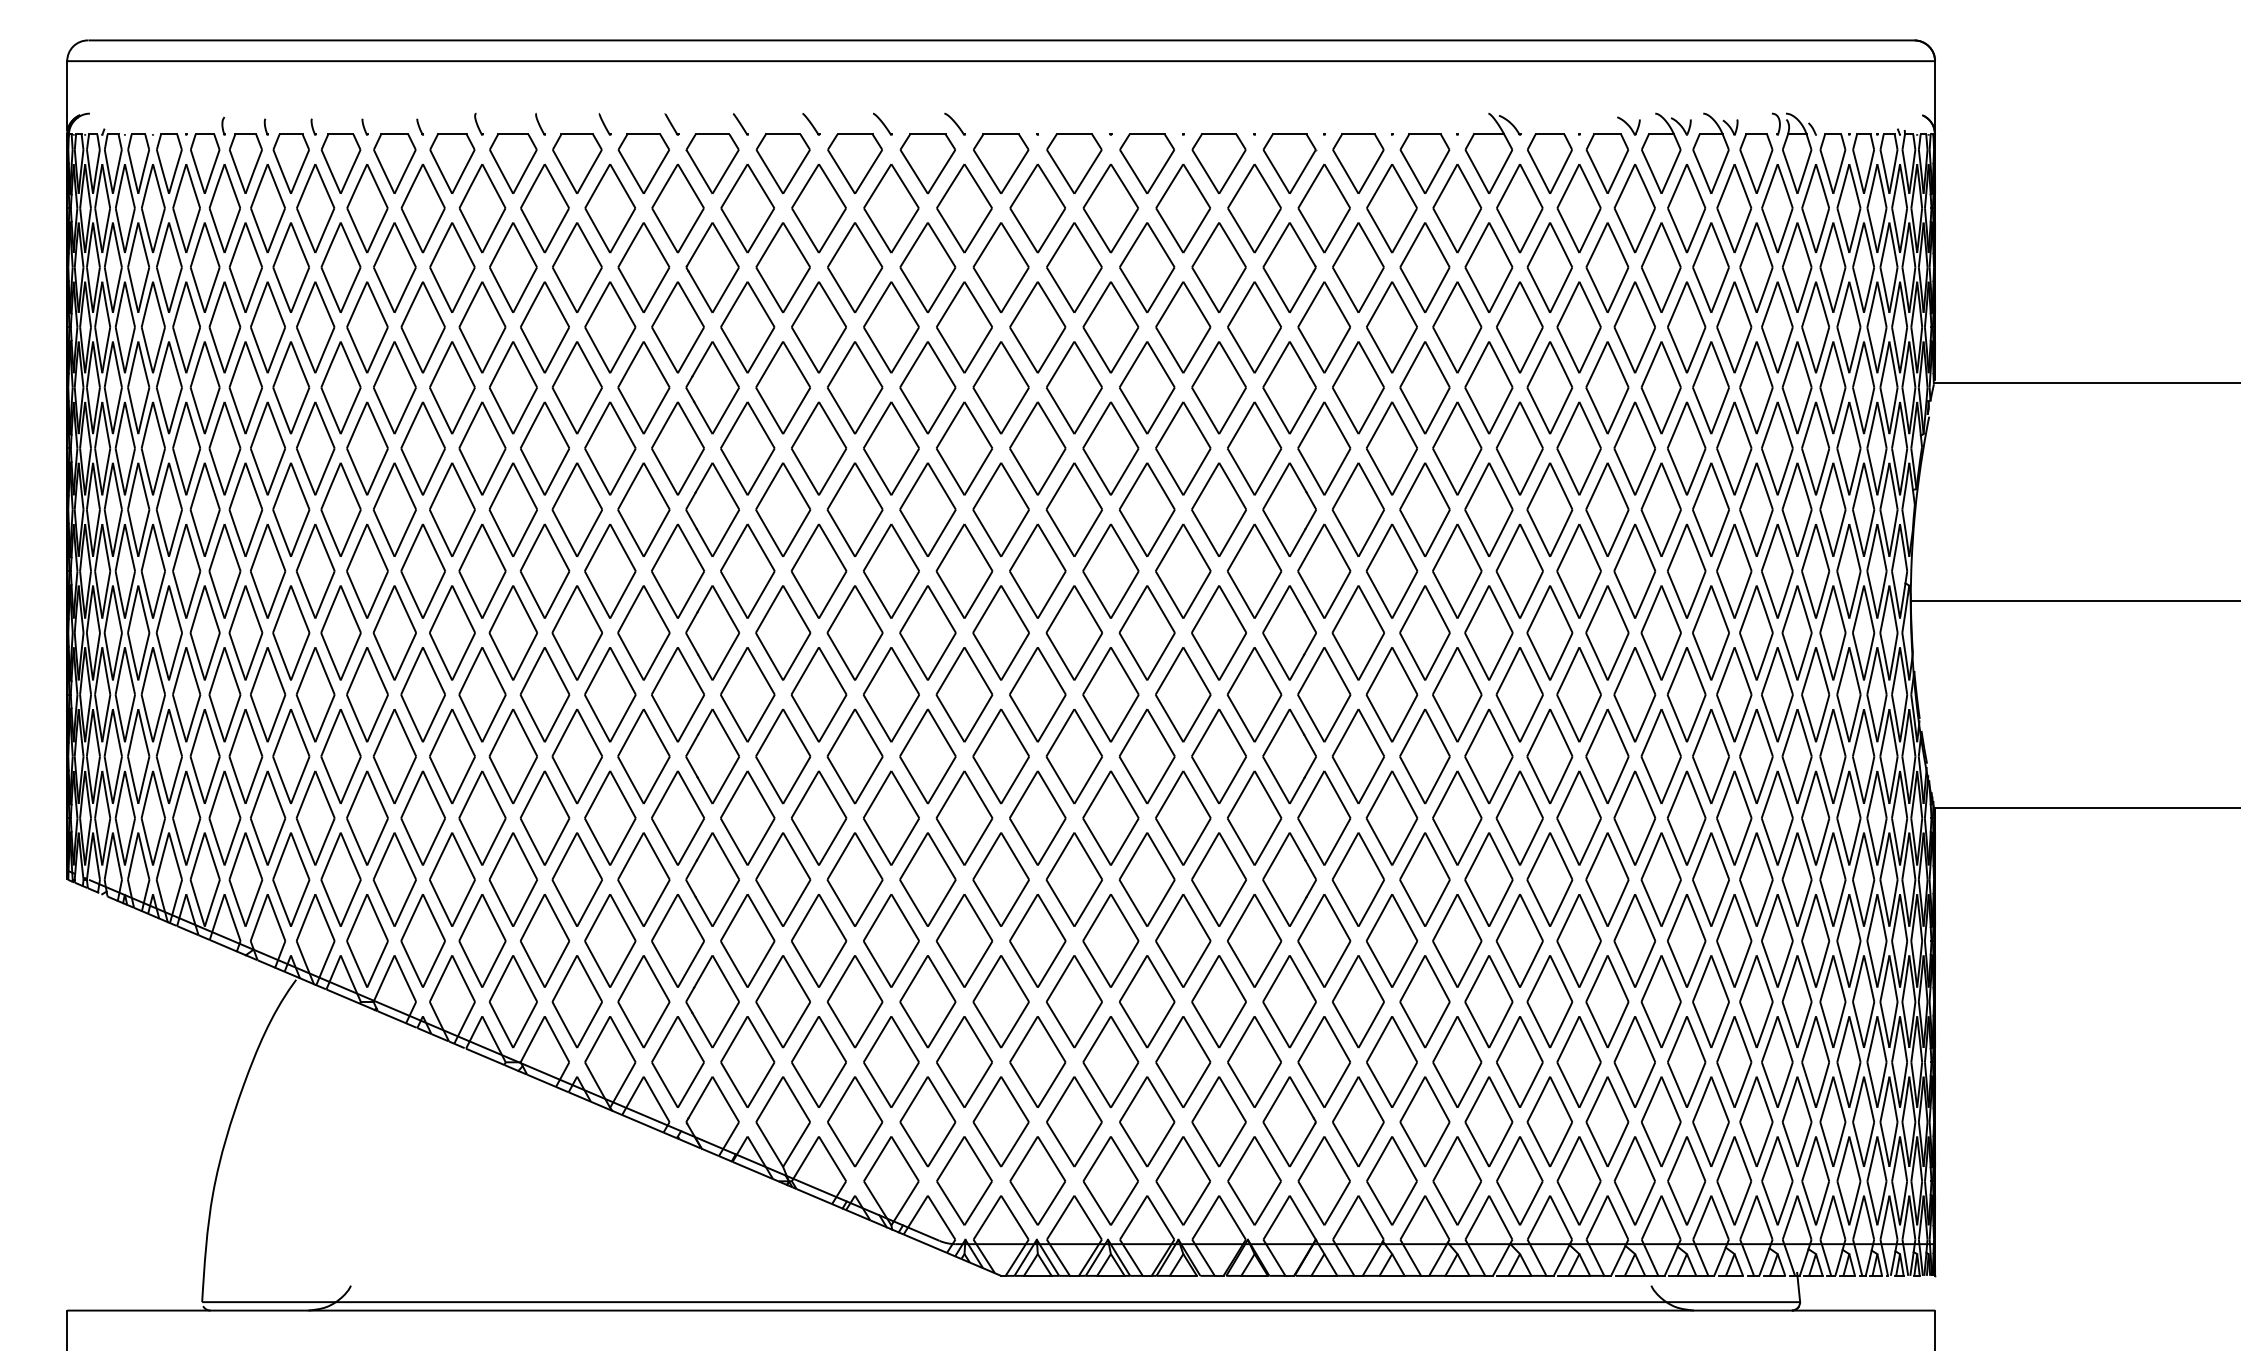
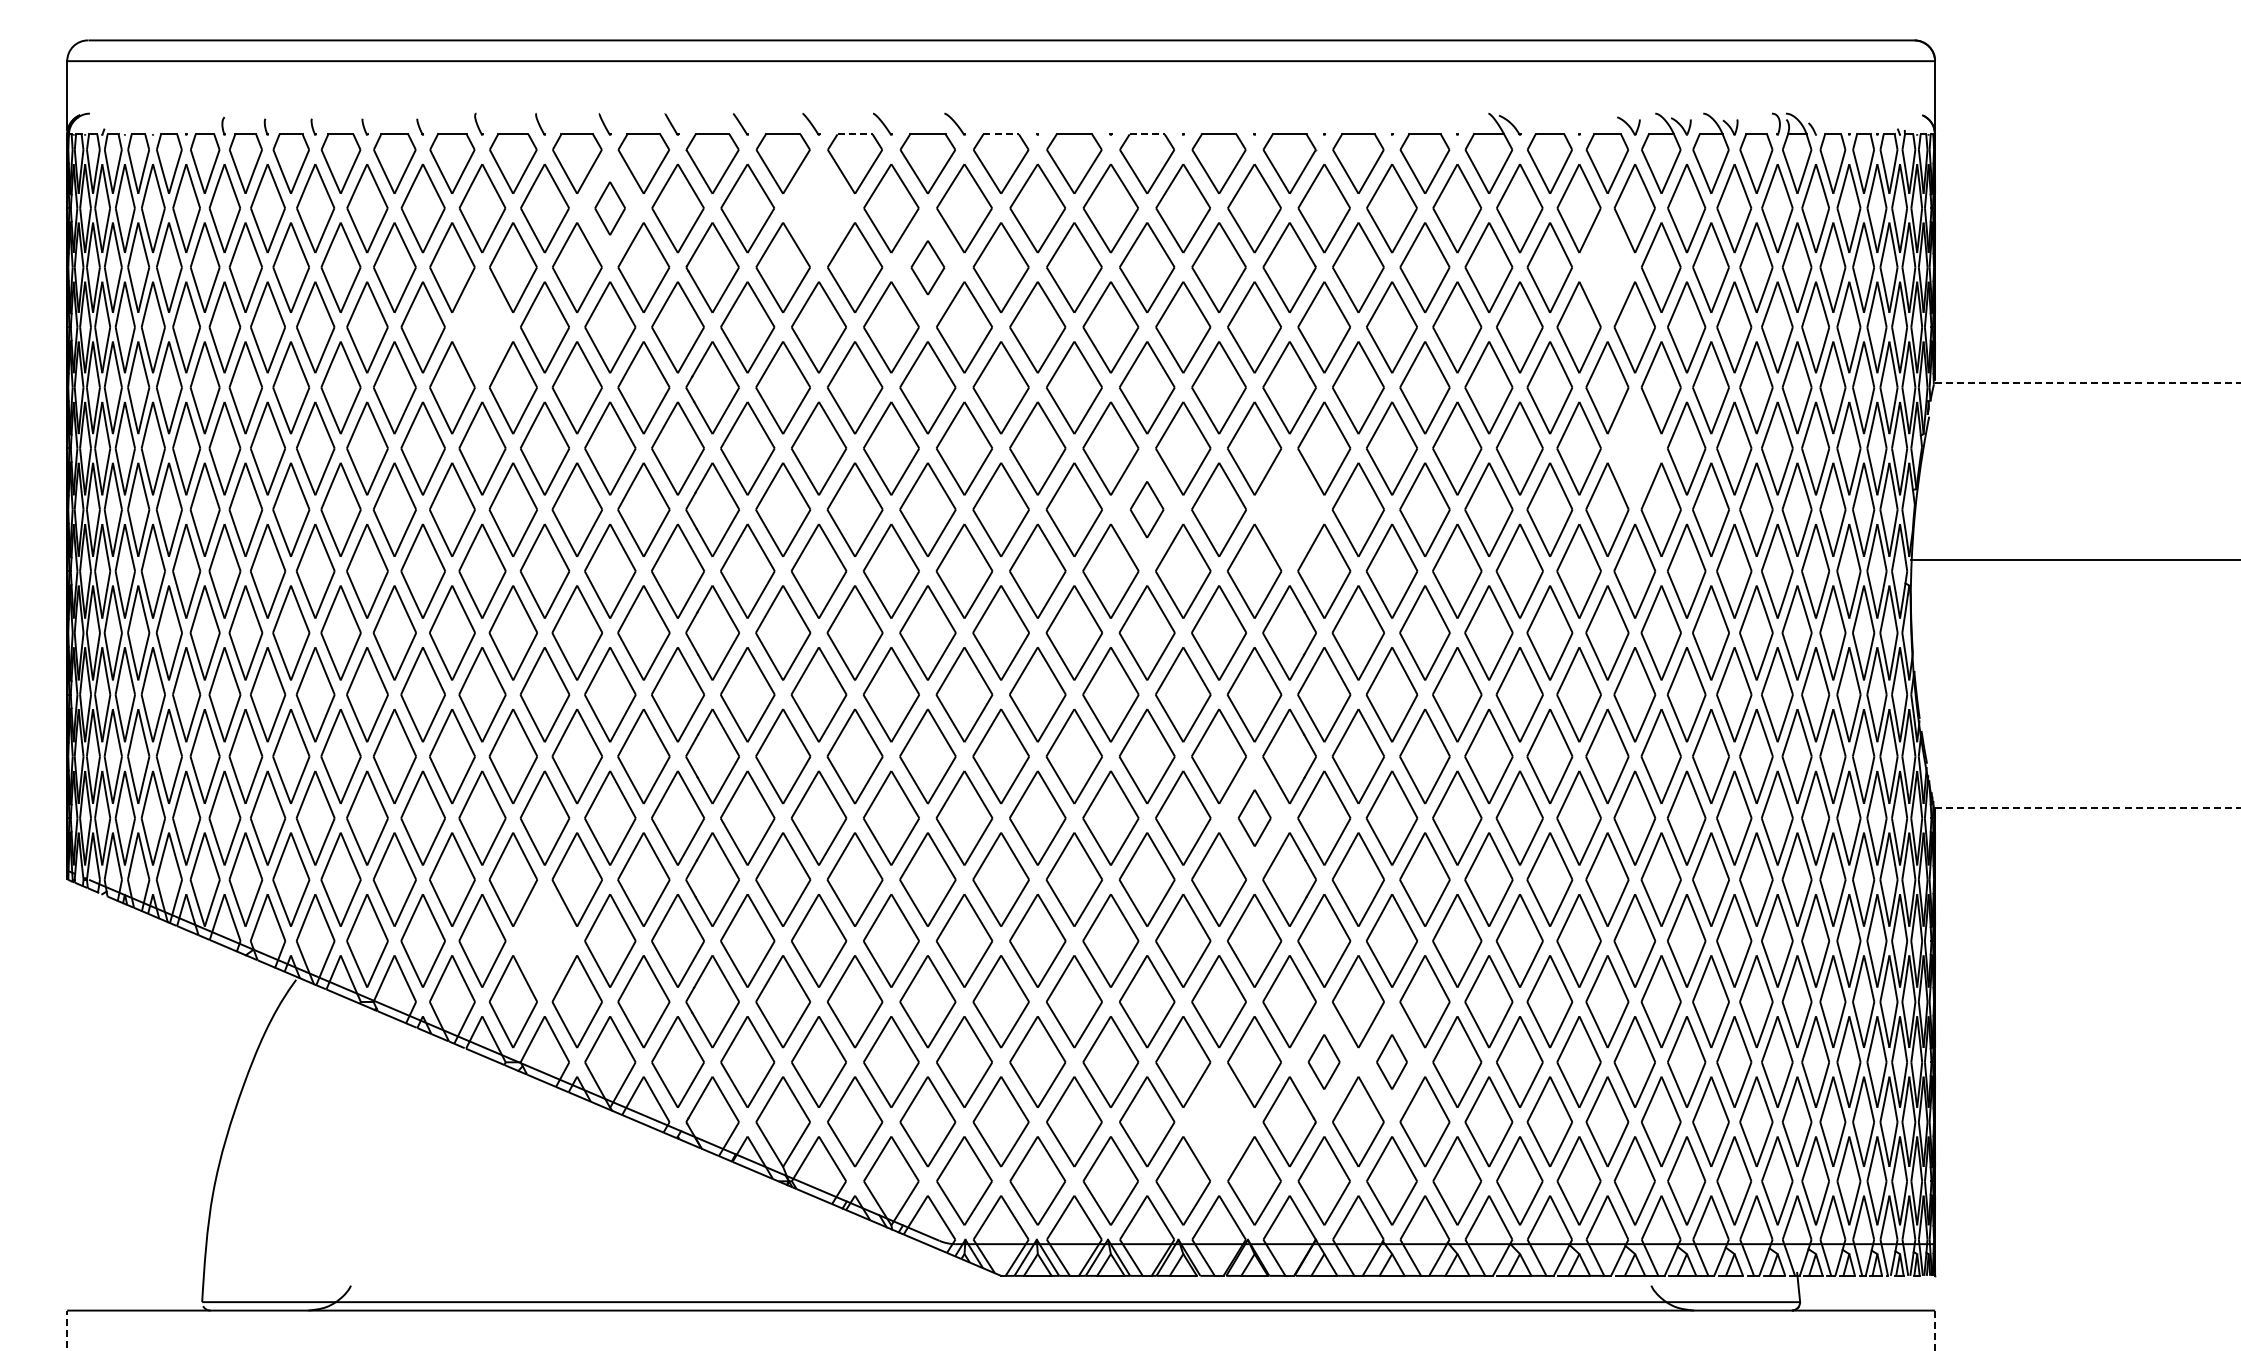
line at (855, 134): solid -> dashed
line at (1001, 134): solid -> dashed
line at (1147, 134): solid -> dashed
part at (609, 208) size: 52x91 px -> 32x55 px
part at (818, 208): present -> none
part at (927, 267) size: 58x92 px -> 36x56 px
part at (1607, 267): present -> none
part at (482, 327): present -> none
line at (2086, 383): solid -> dashed
part at (1634, 448): present -> none
part at (1146, 509) size: 58x95 px -> 36x58 px
part at (1289, 509): present -> none
line at (2073, 600) position: (2073, 600) -> (2073, 559)
line at (2087, 808): solid -> dashed
part at (1254, 817) size: 56x96 px -> 34x58 px
part at (545, 940): present -> none
part at (1323, 1061) size: 54x92 px -> 34x56 px
part at (1391, 1061) size: 52x92 px -> 32x56 px
part at (1218, 1121): present -> none
line at (67, 1330): solid -> dashed
line at (1935, 1330): solid -> dashed
